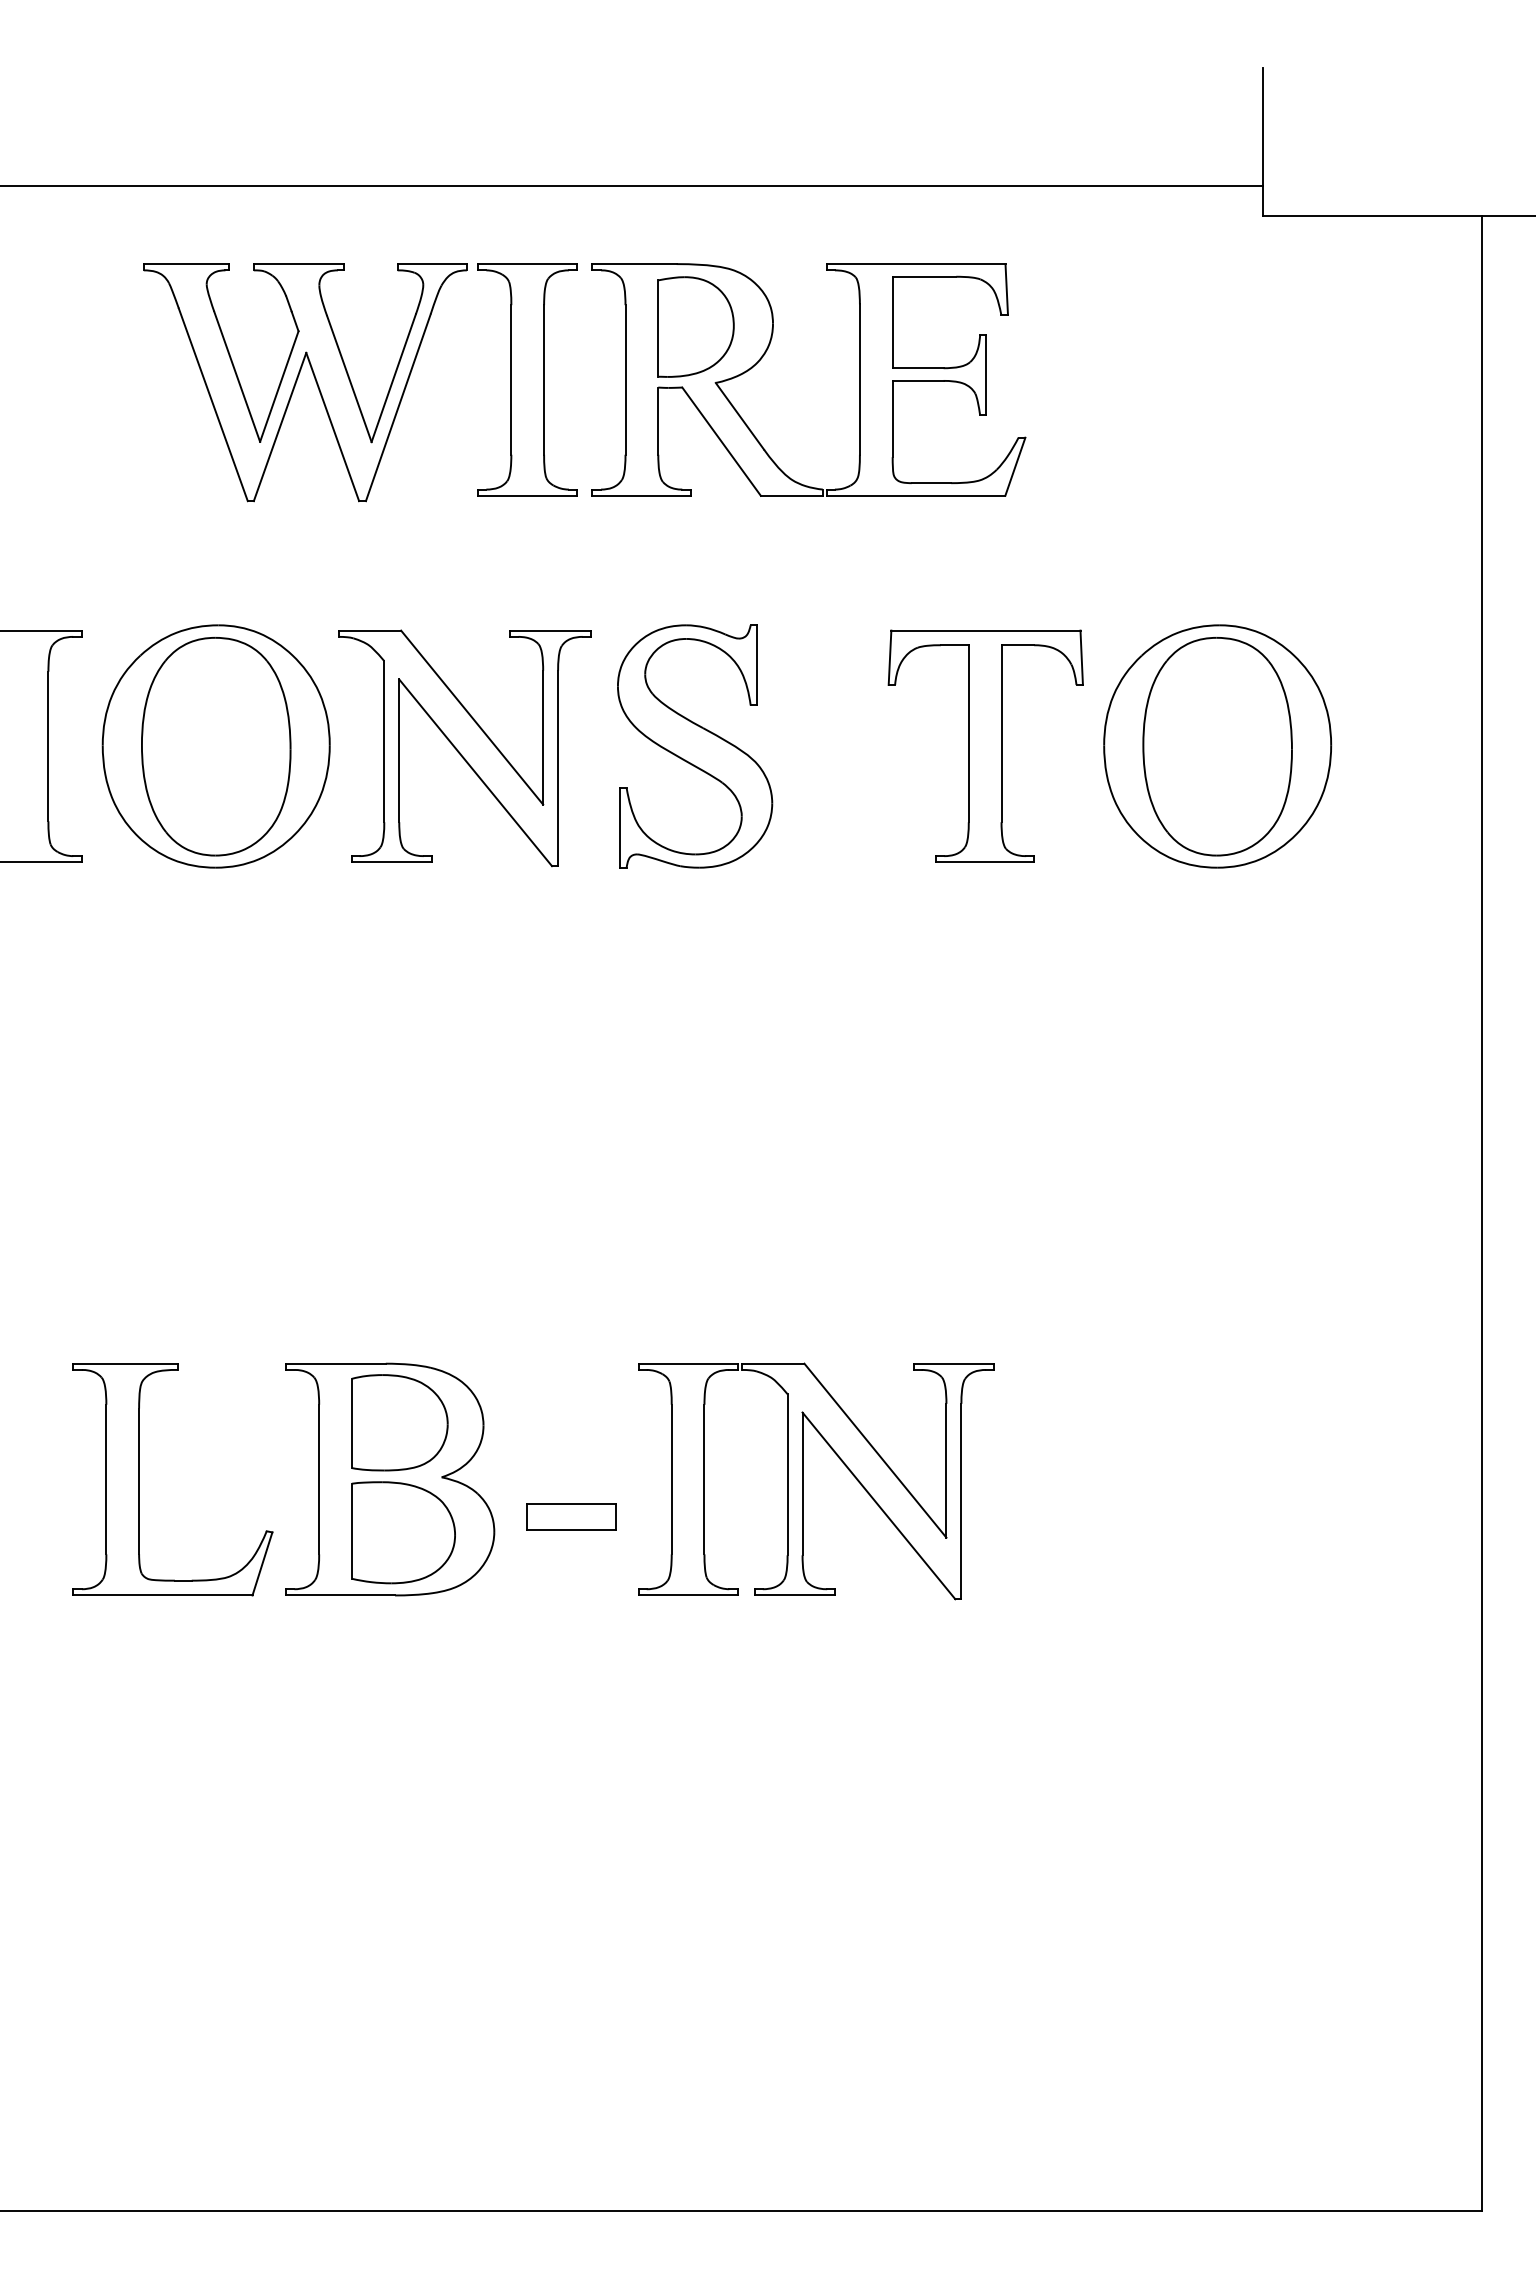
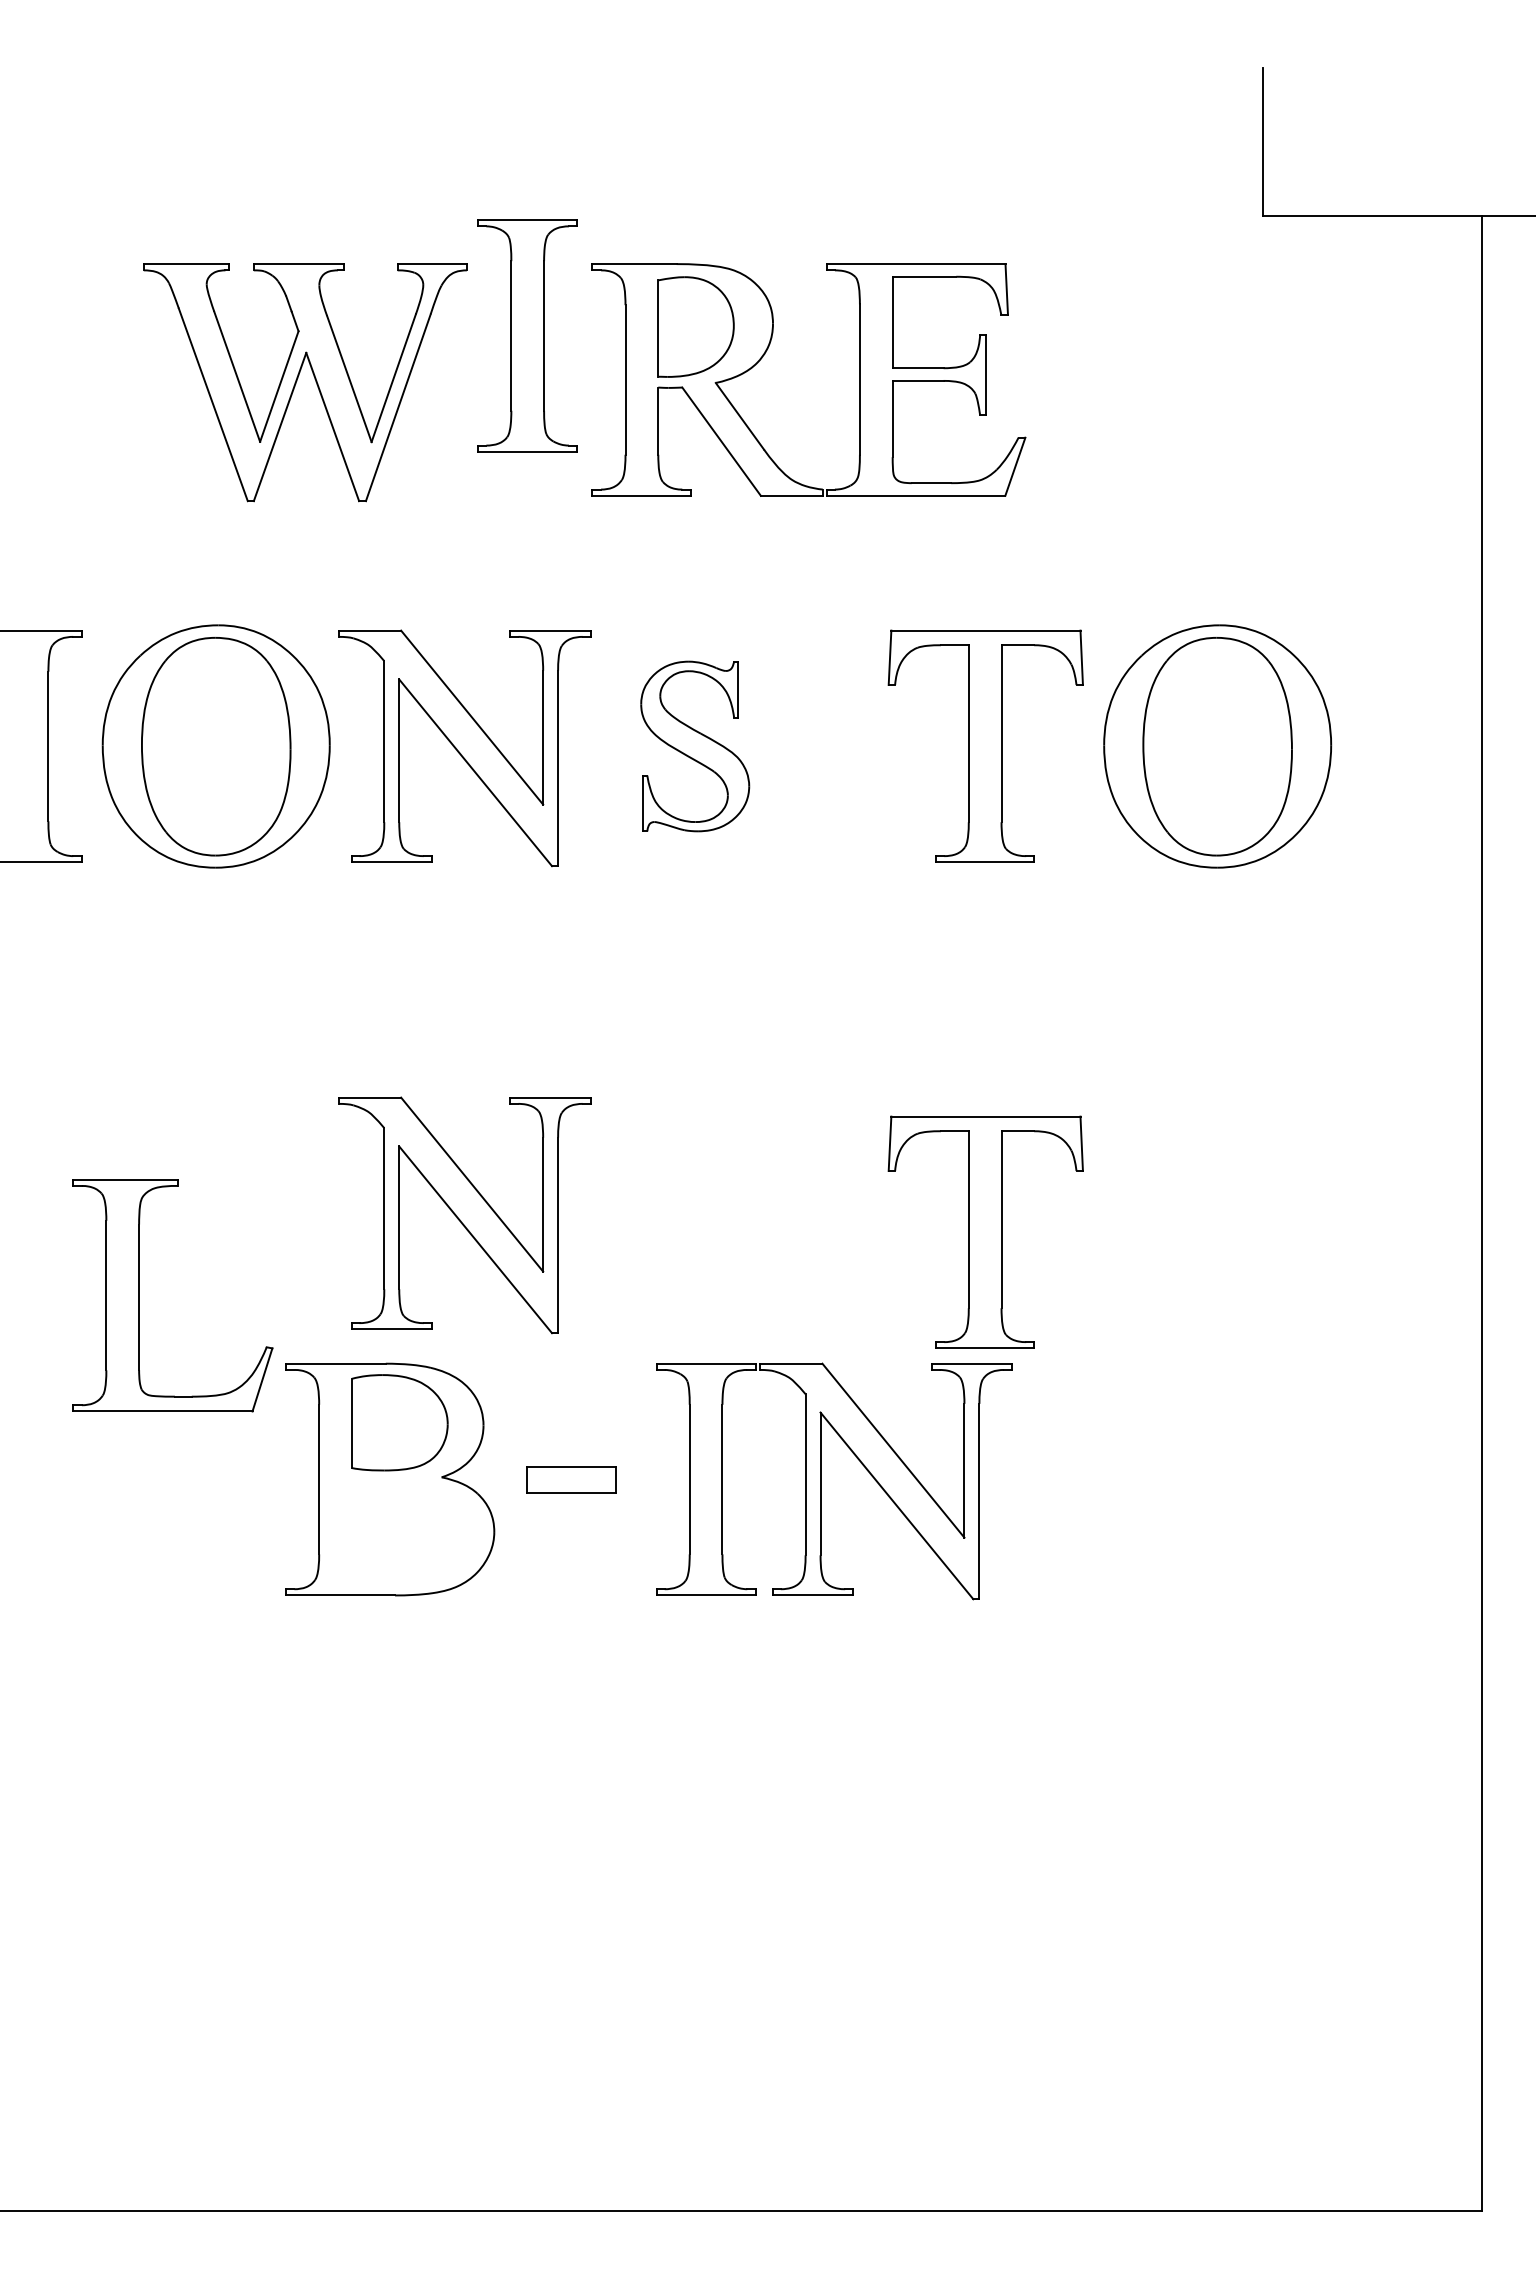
line at (632, 186): present -> none
part at (527, 379) position: (527, 379) -> (527, 335)
part at (695, 746) size: 157x245 px -> 111x173 px
part at (464, 1215): none -> present
part at (985, 1231): none -> present
part at (139, 1479) position: (139, 1479) -> (139, 1295)
part at (803, 1481) position: (803, 1481) -> (821, 1481)
part at (571, 1516) position: (571, 1516) -> (571, 1479)
part at (403, 1532): present -> none
